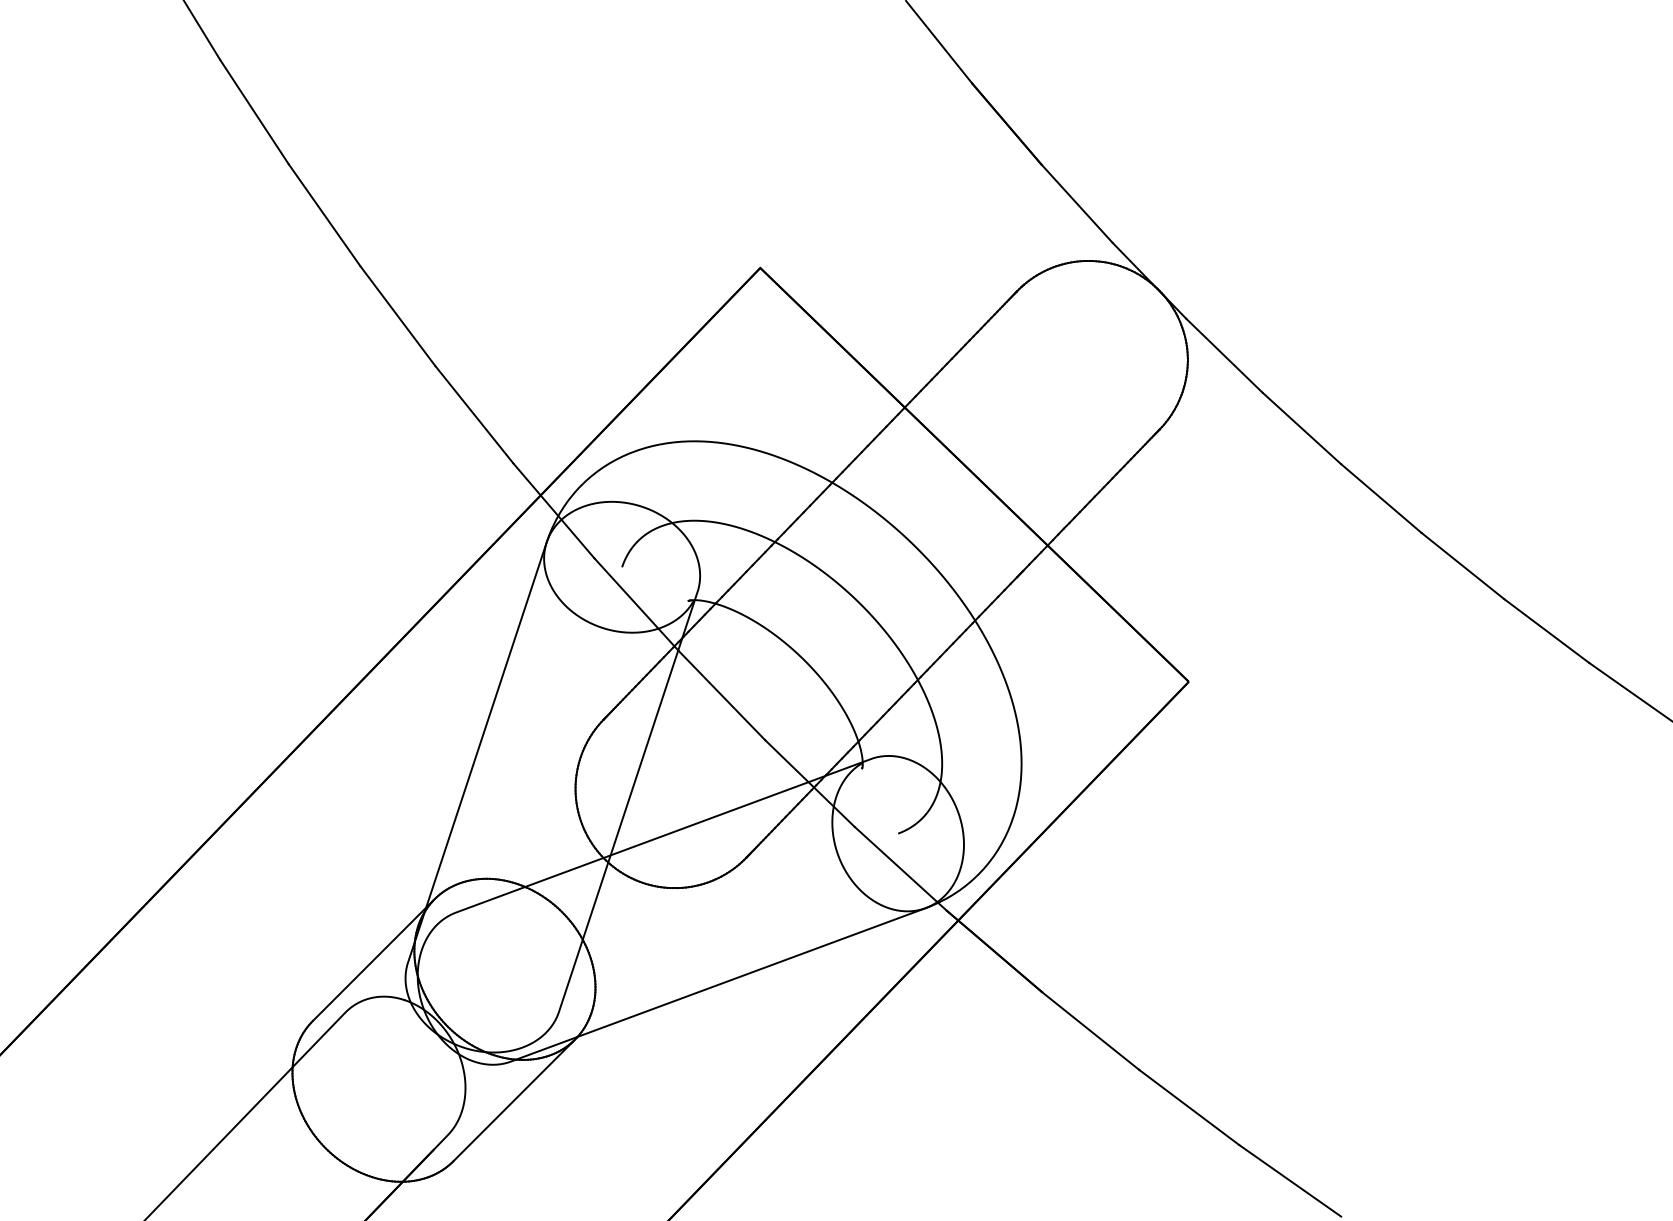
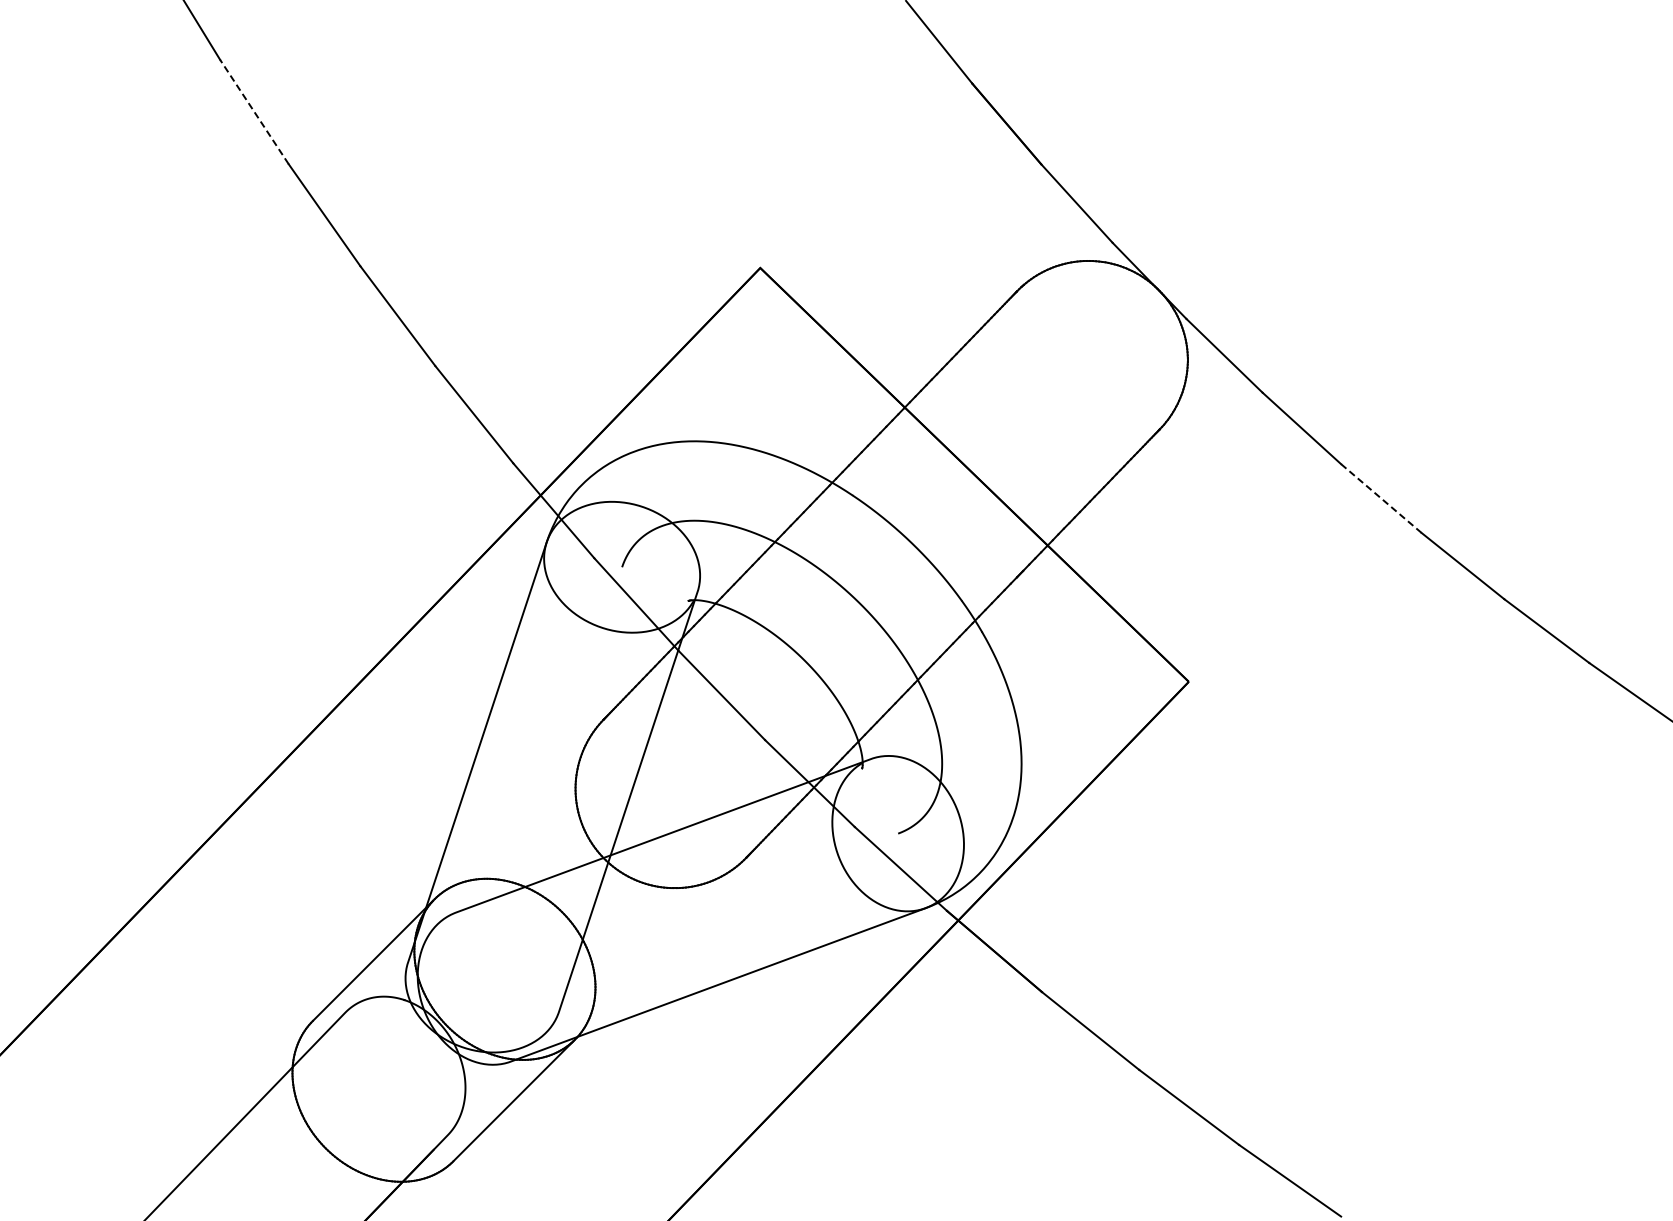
line at (254, 111): solid -> dashed
line at (1380, 498): solid -> dashed
